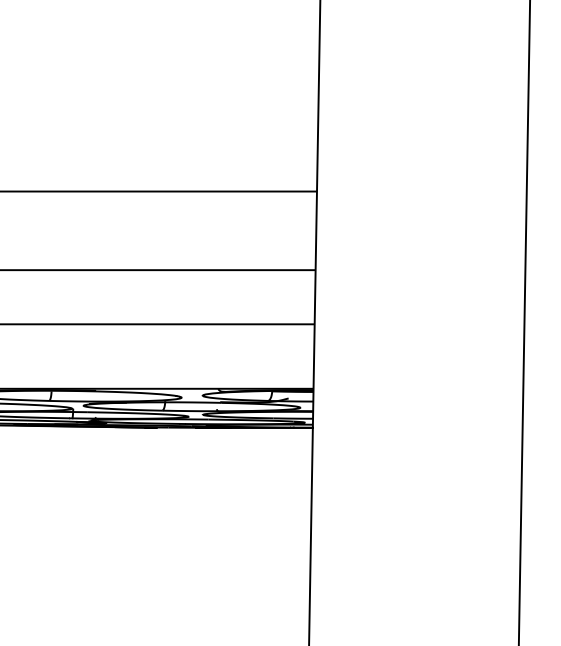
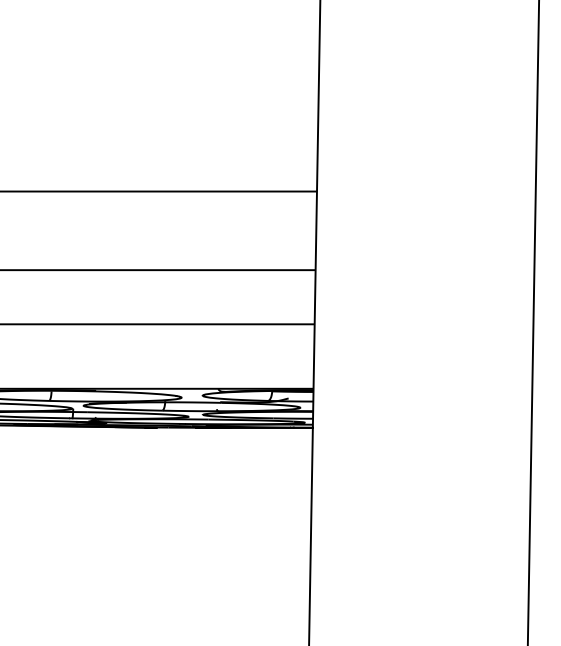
line at (524, 322) position: (524, 322) -> (533, 322)
